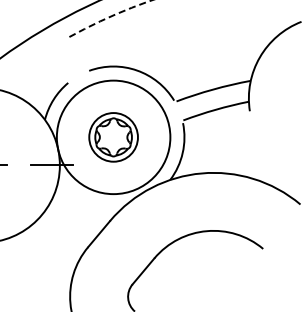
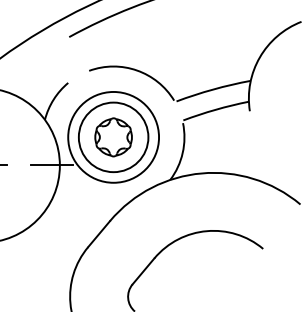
arc at (110, 16): dashed -> solid
circle at (113, 137) diameter: 114 px -> 91 px
circle at (113, 137) diameter: 49 px -> 70 px
